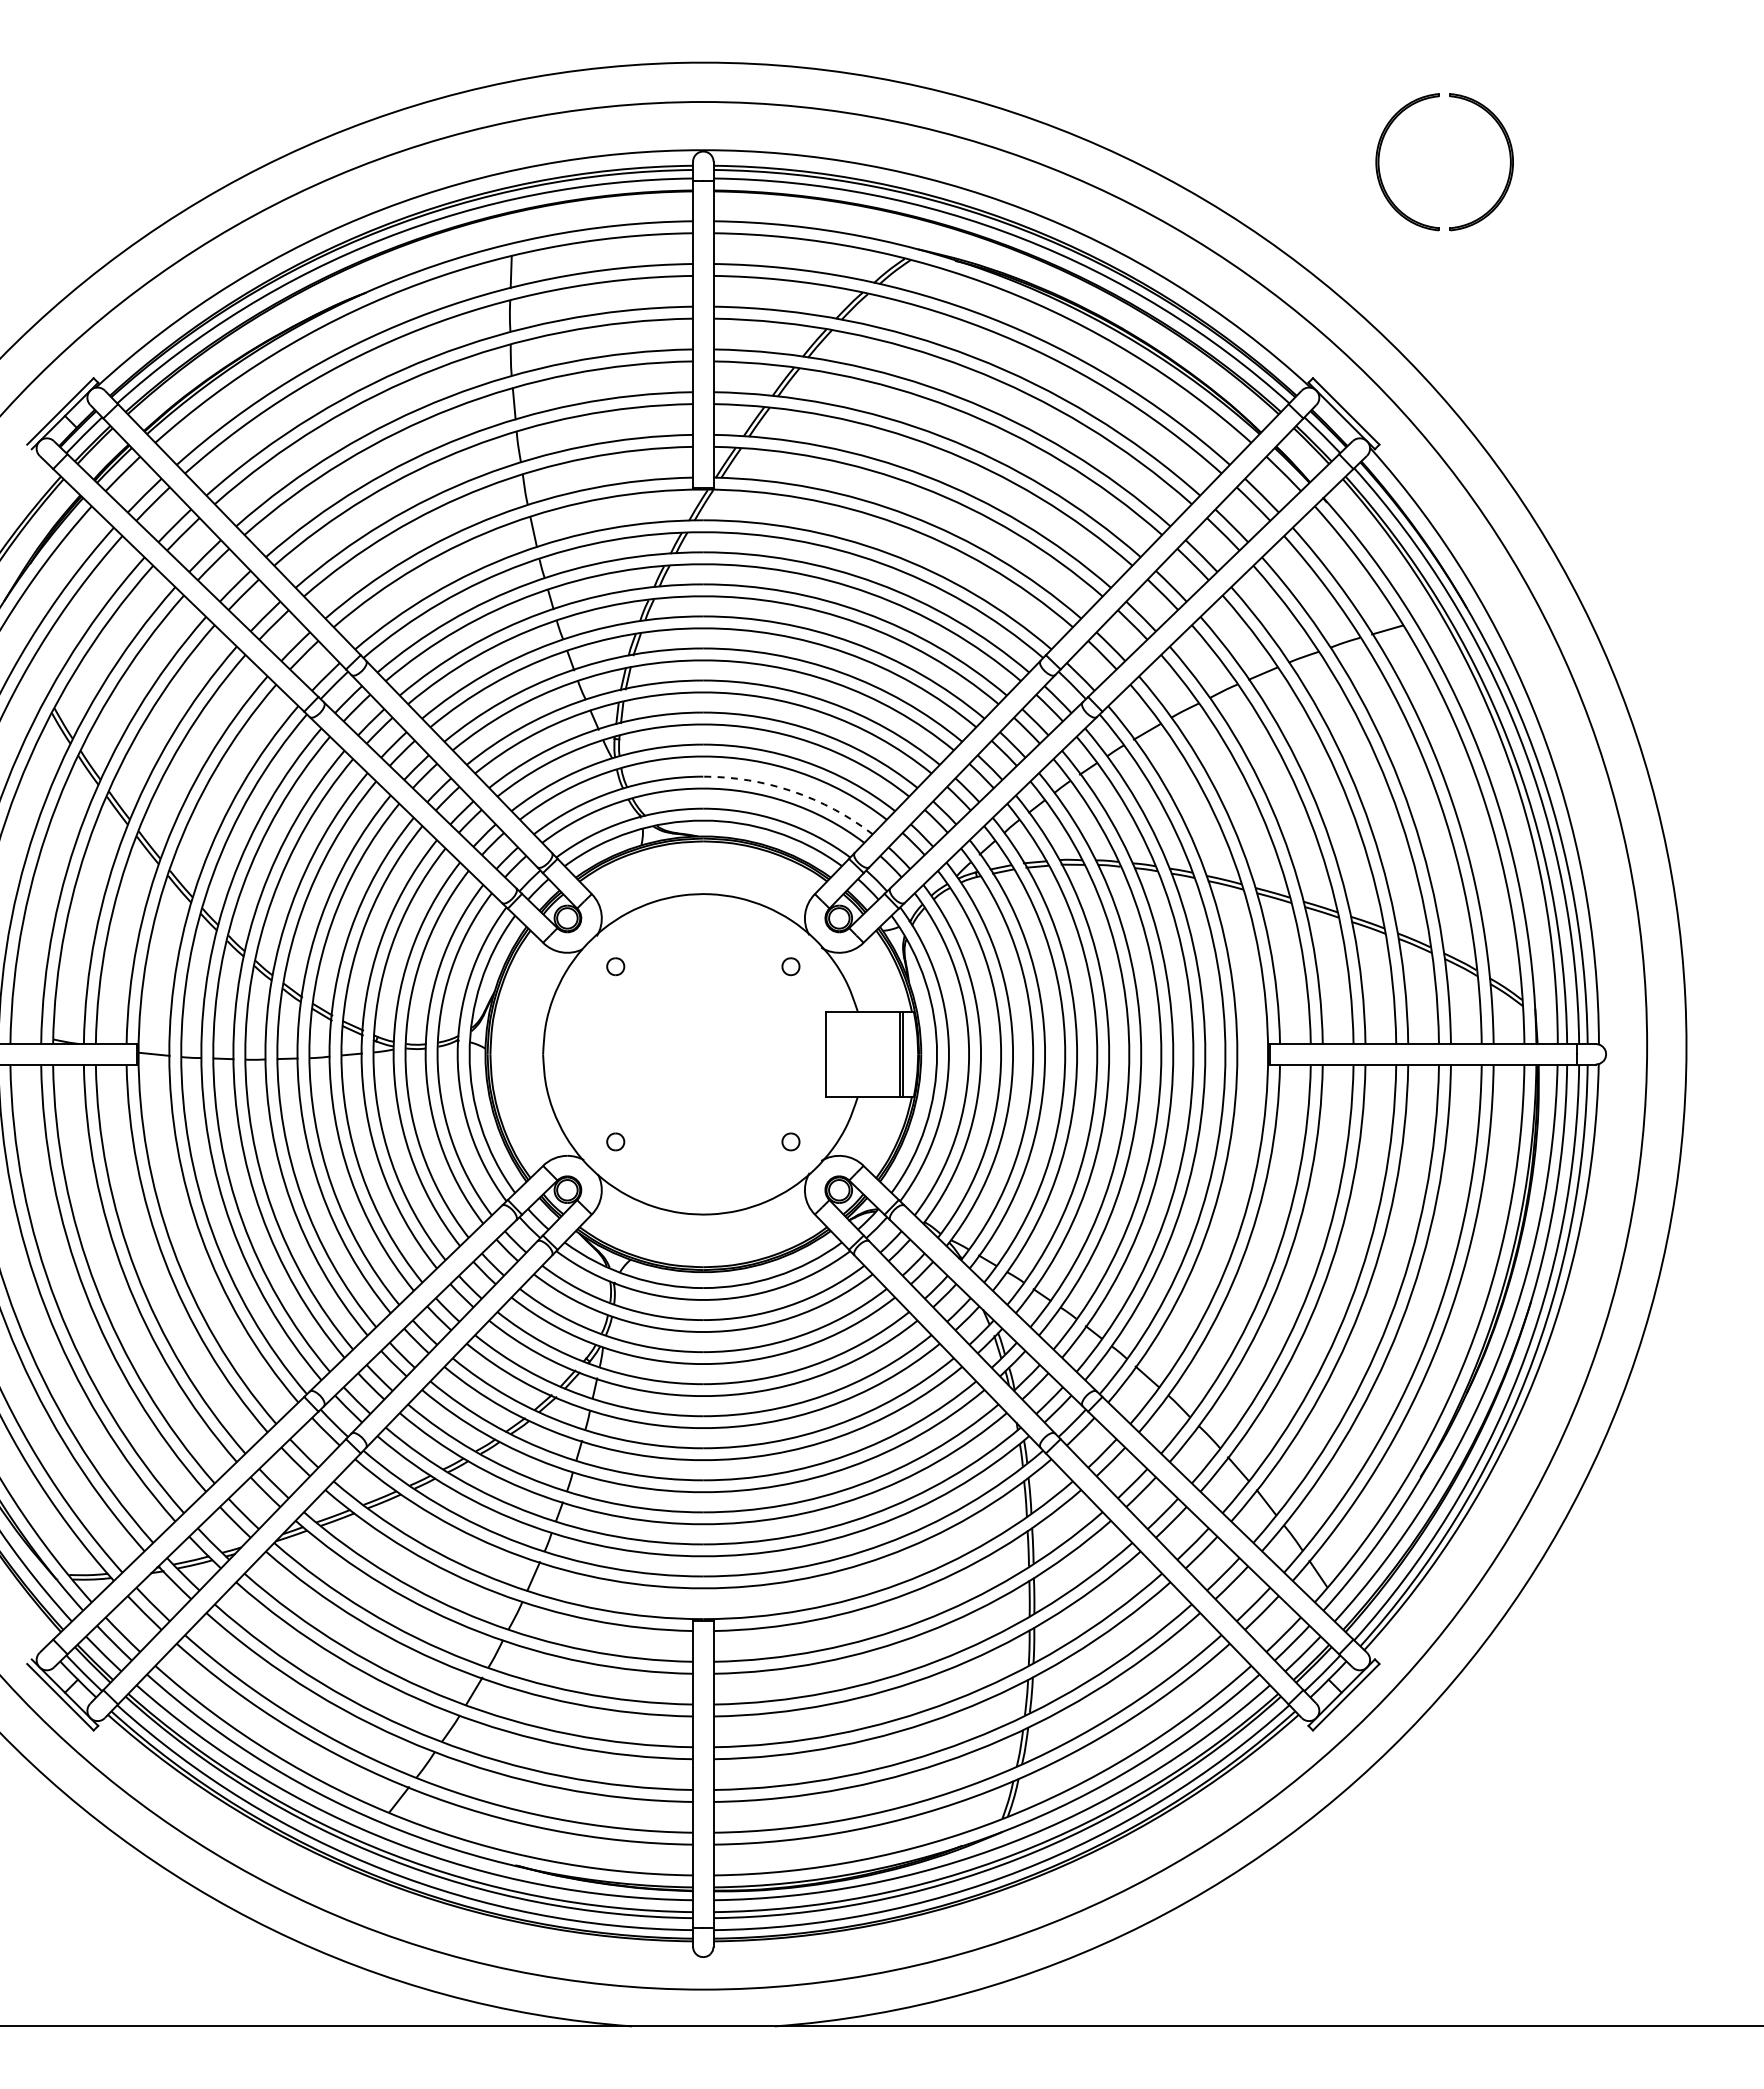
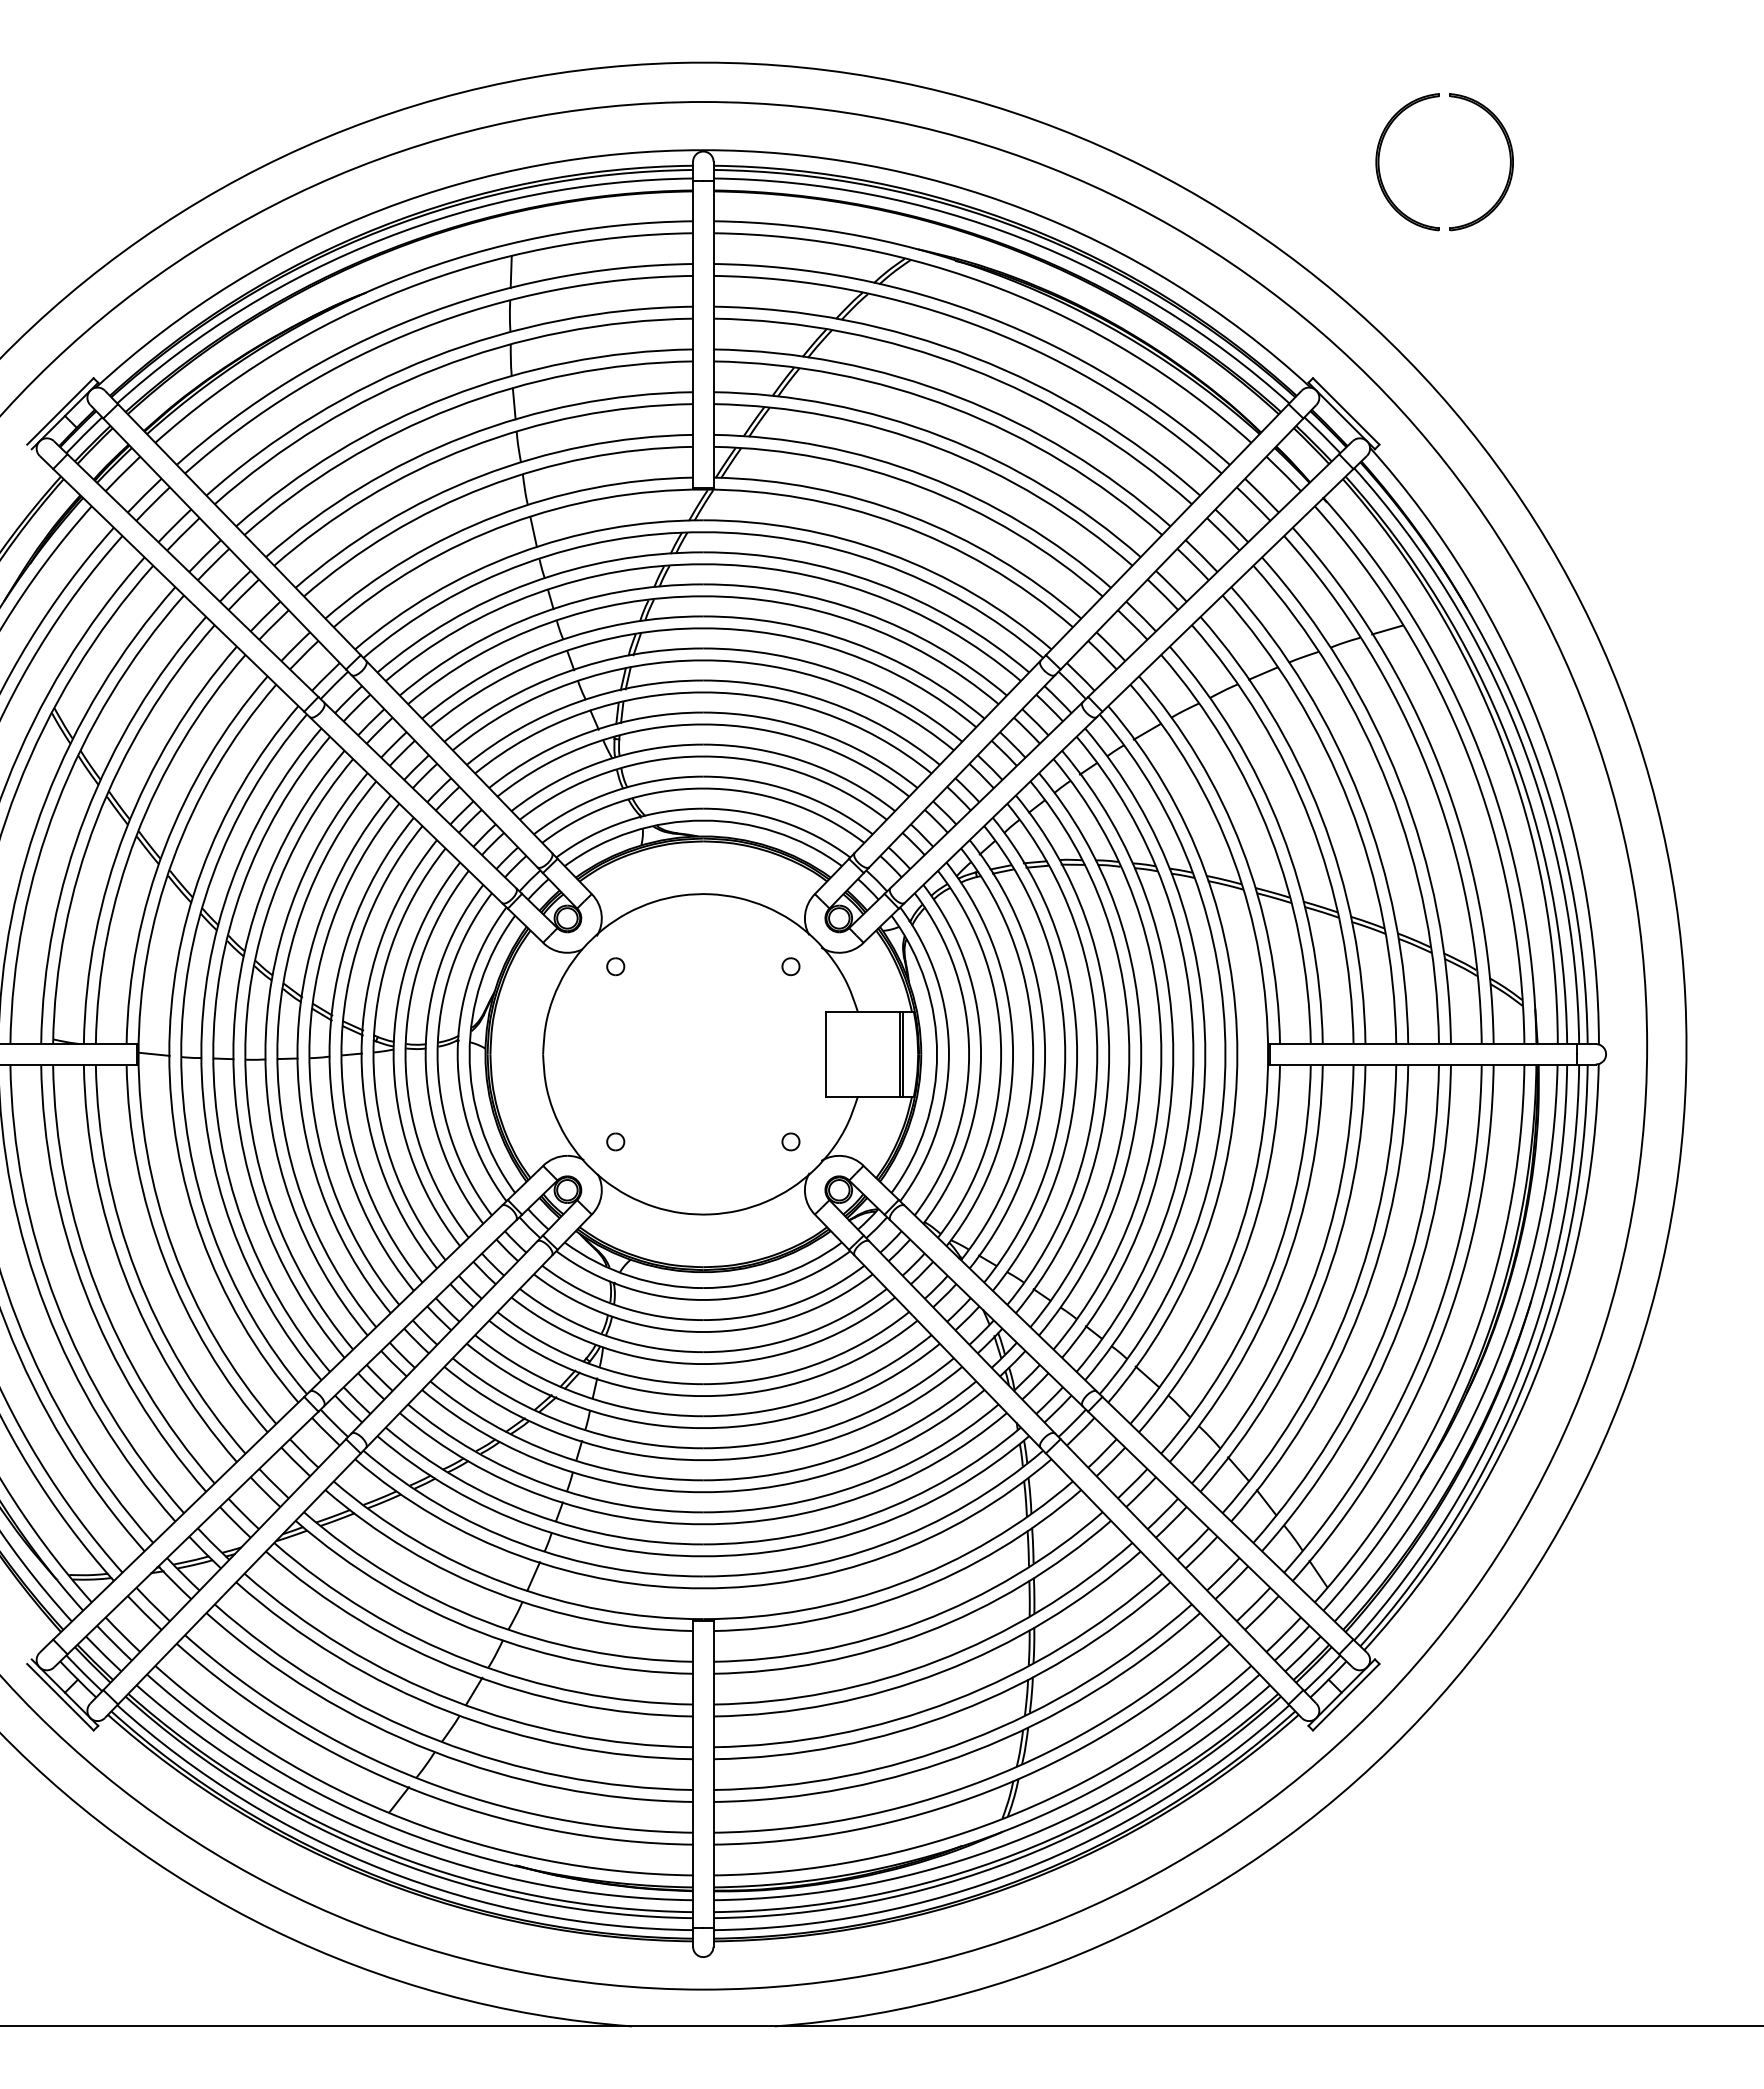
arc at (792, 791): dashed -> solid
